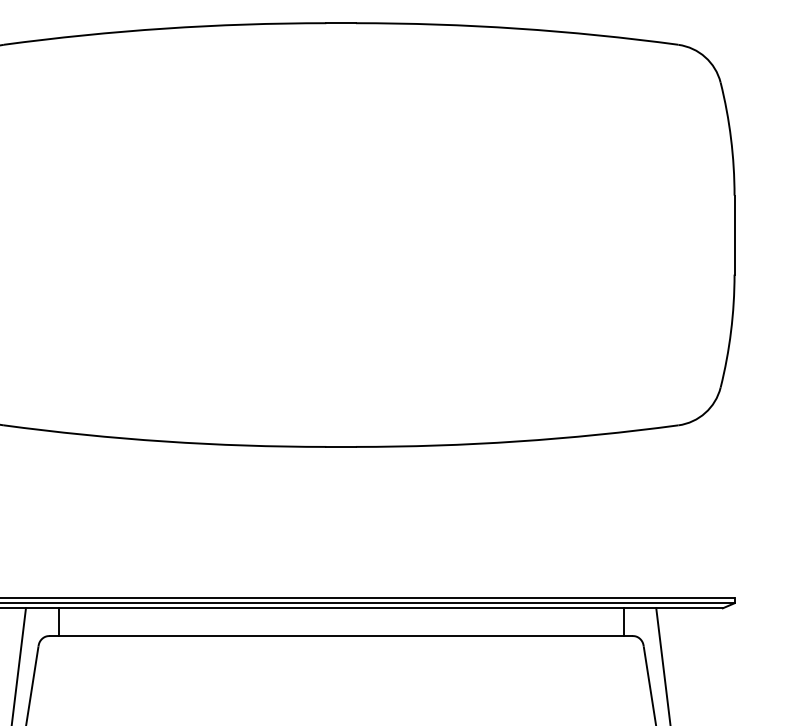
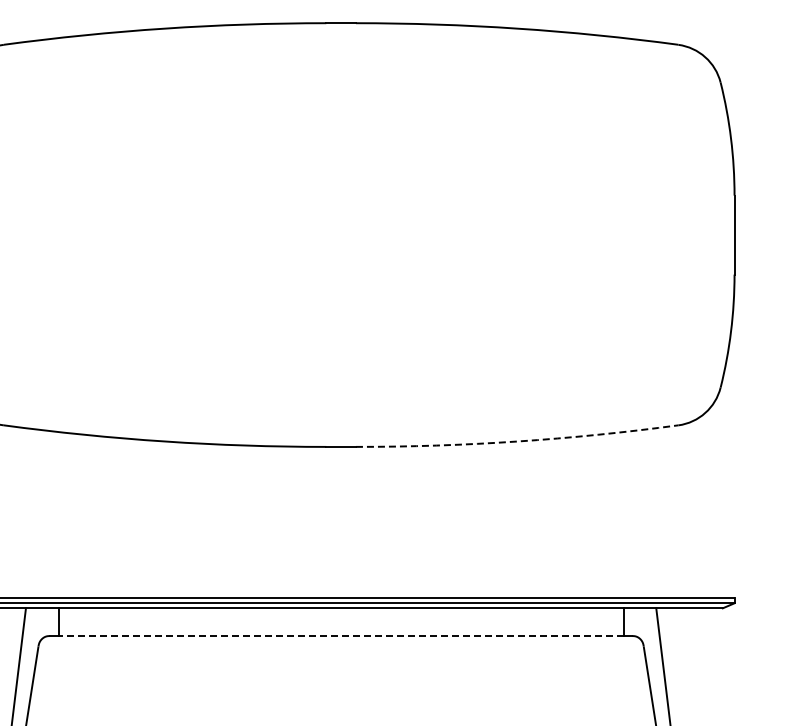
arc at (517, 441): solid -> dashed
line at (340, 636): solid -> dashed
